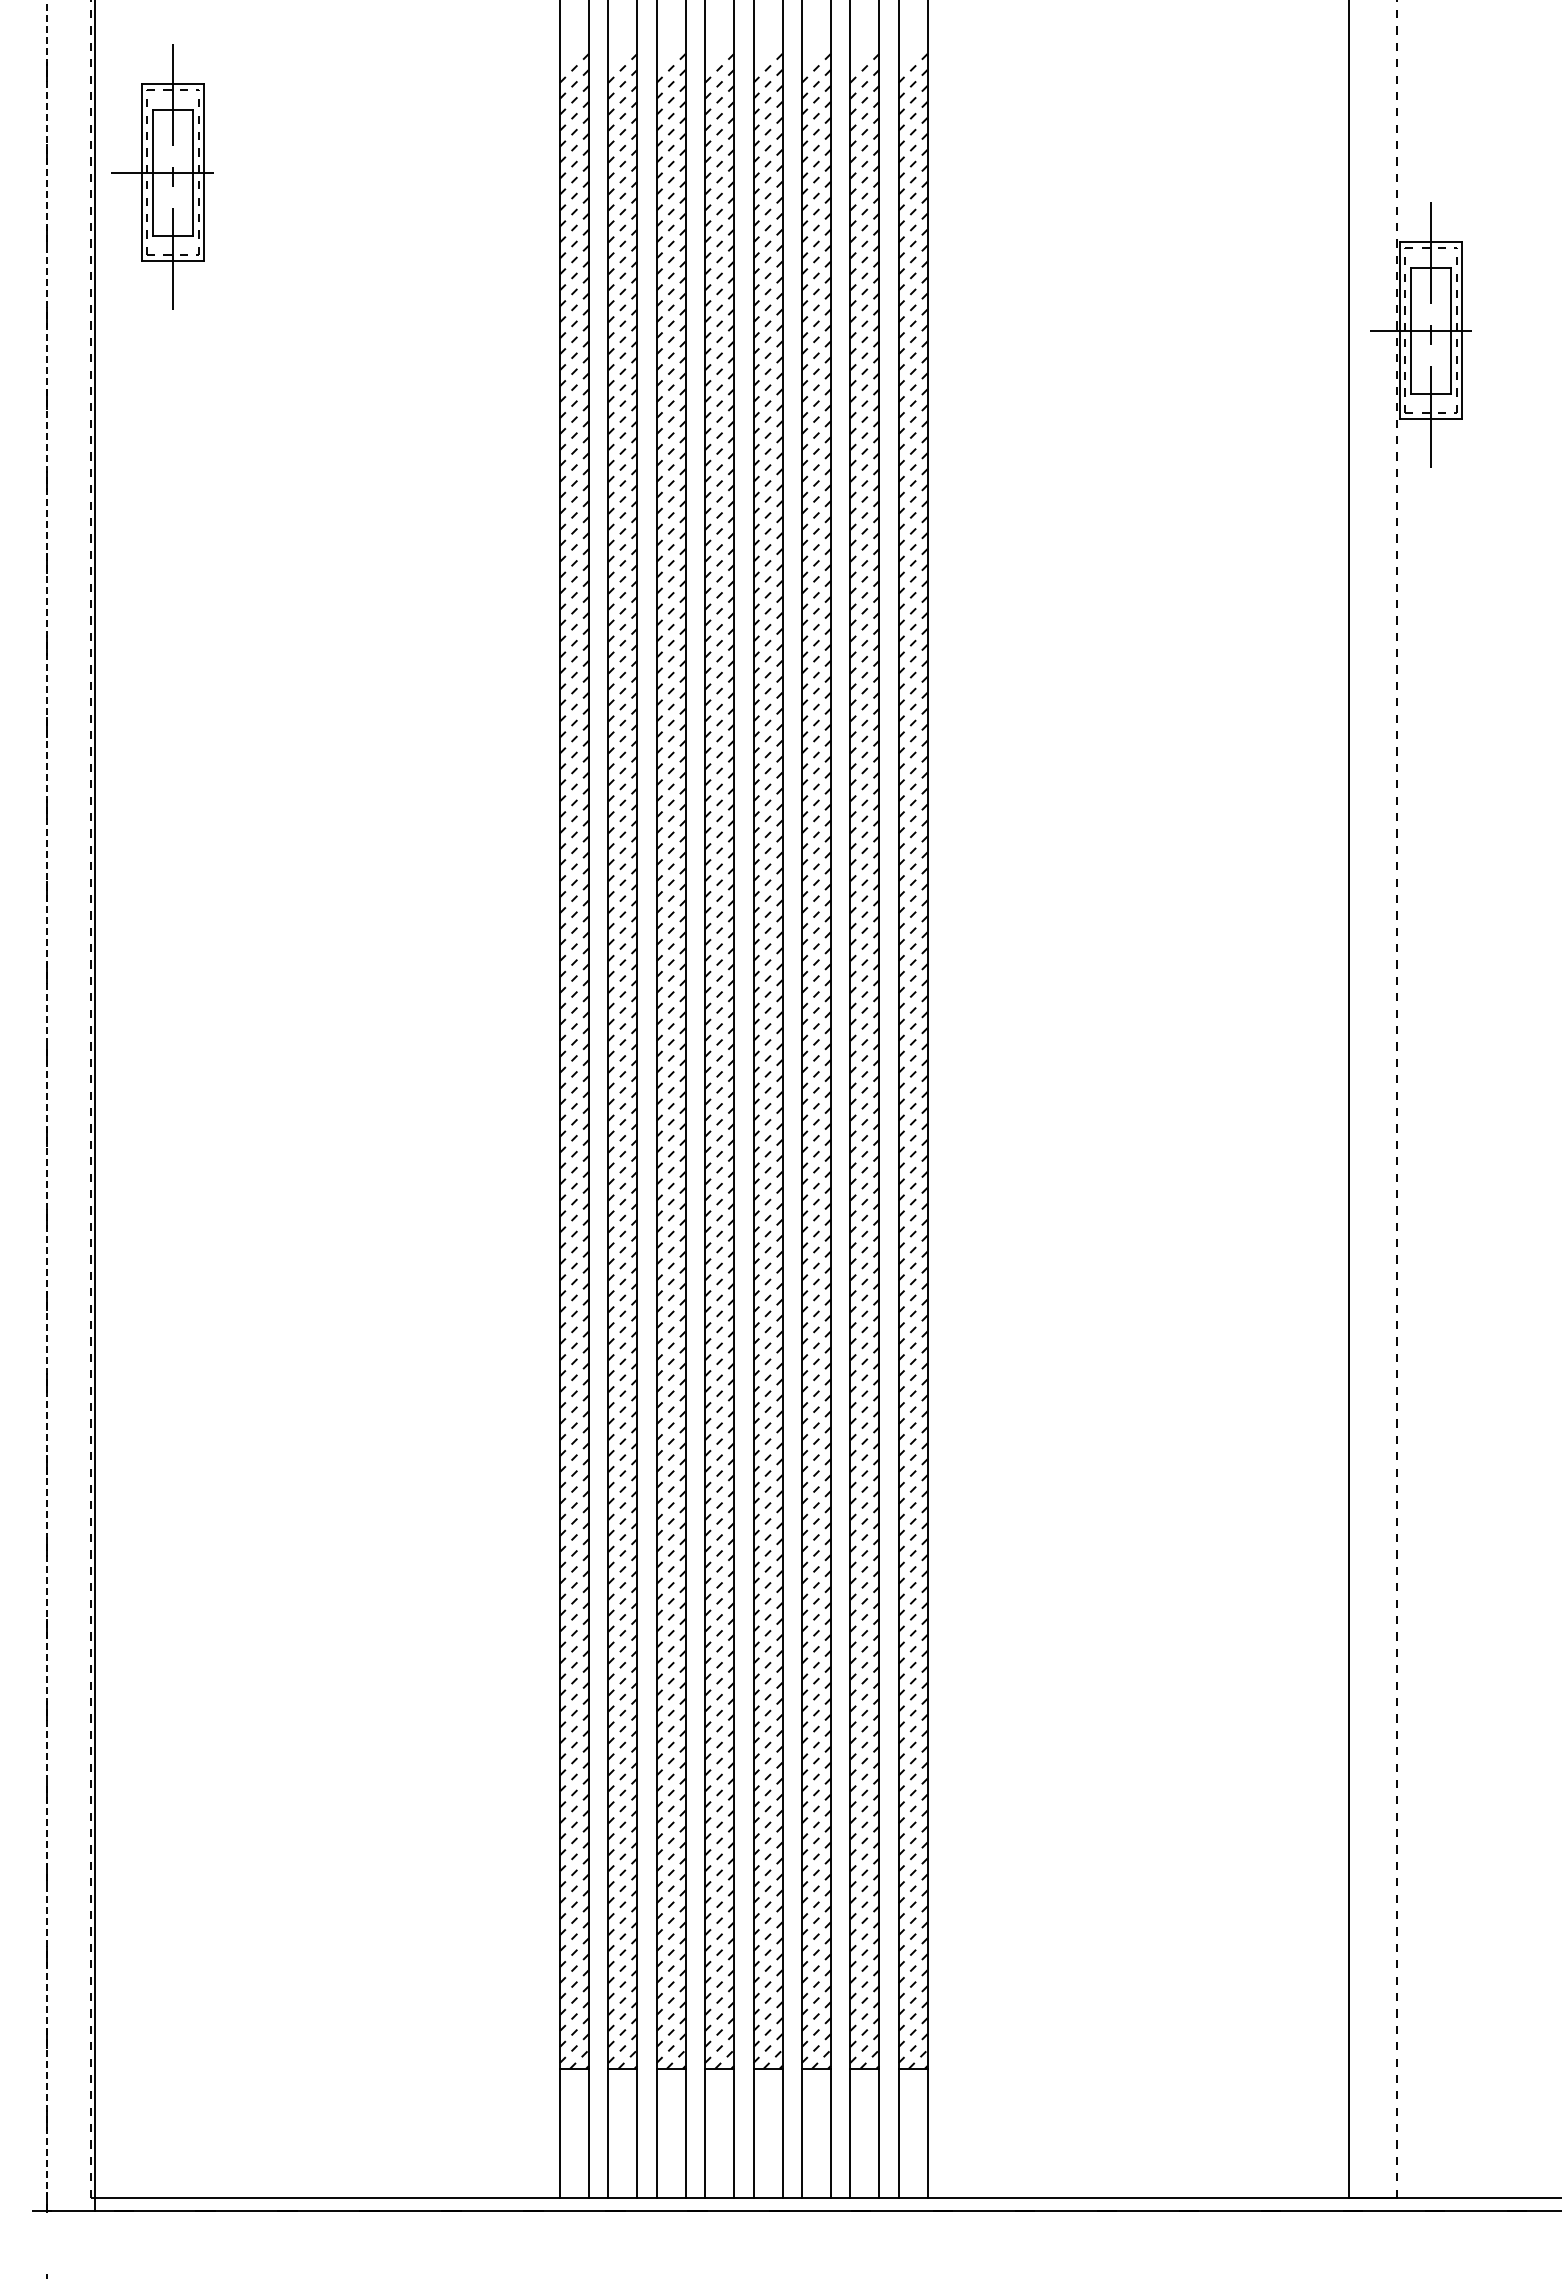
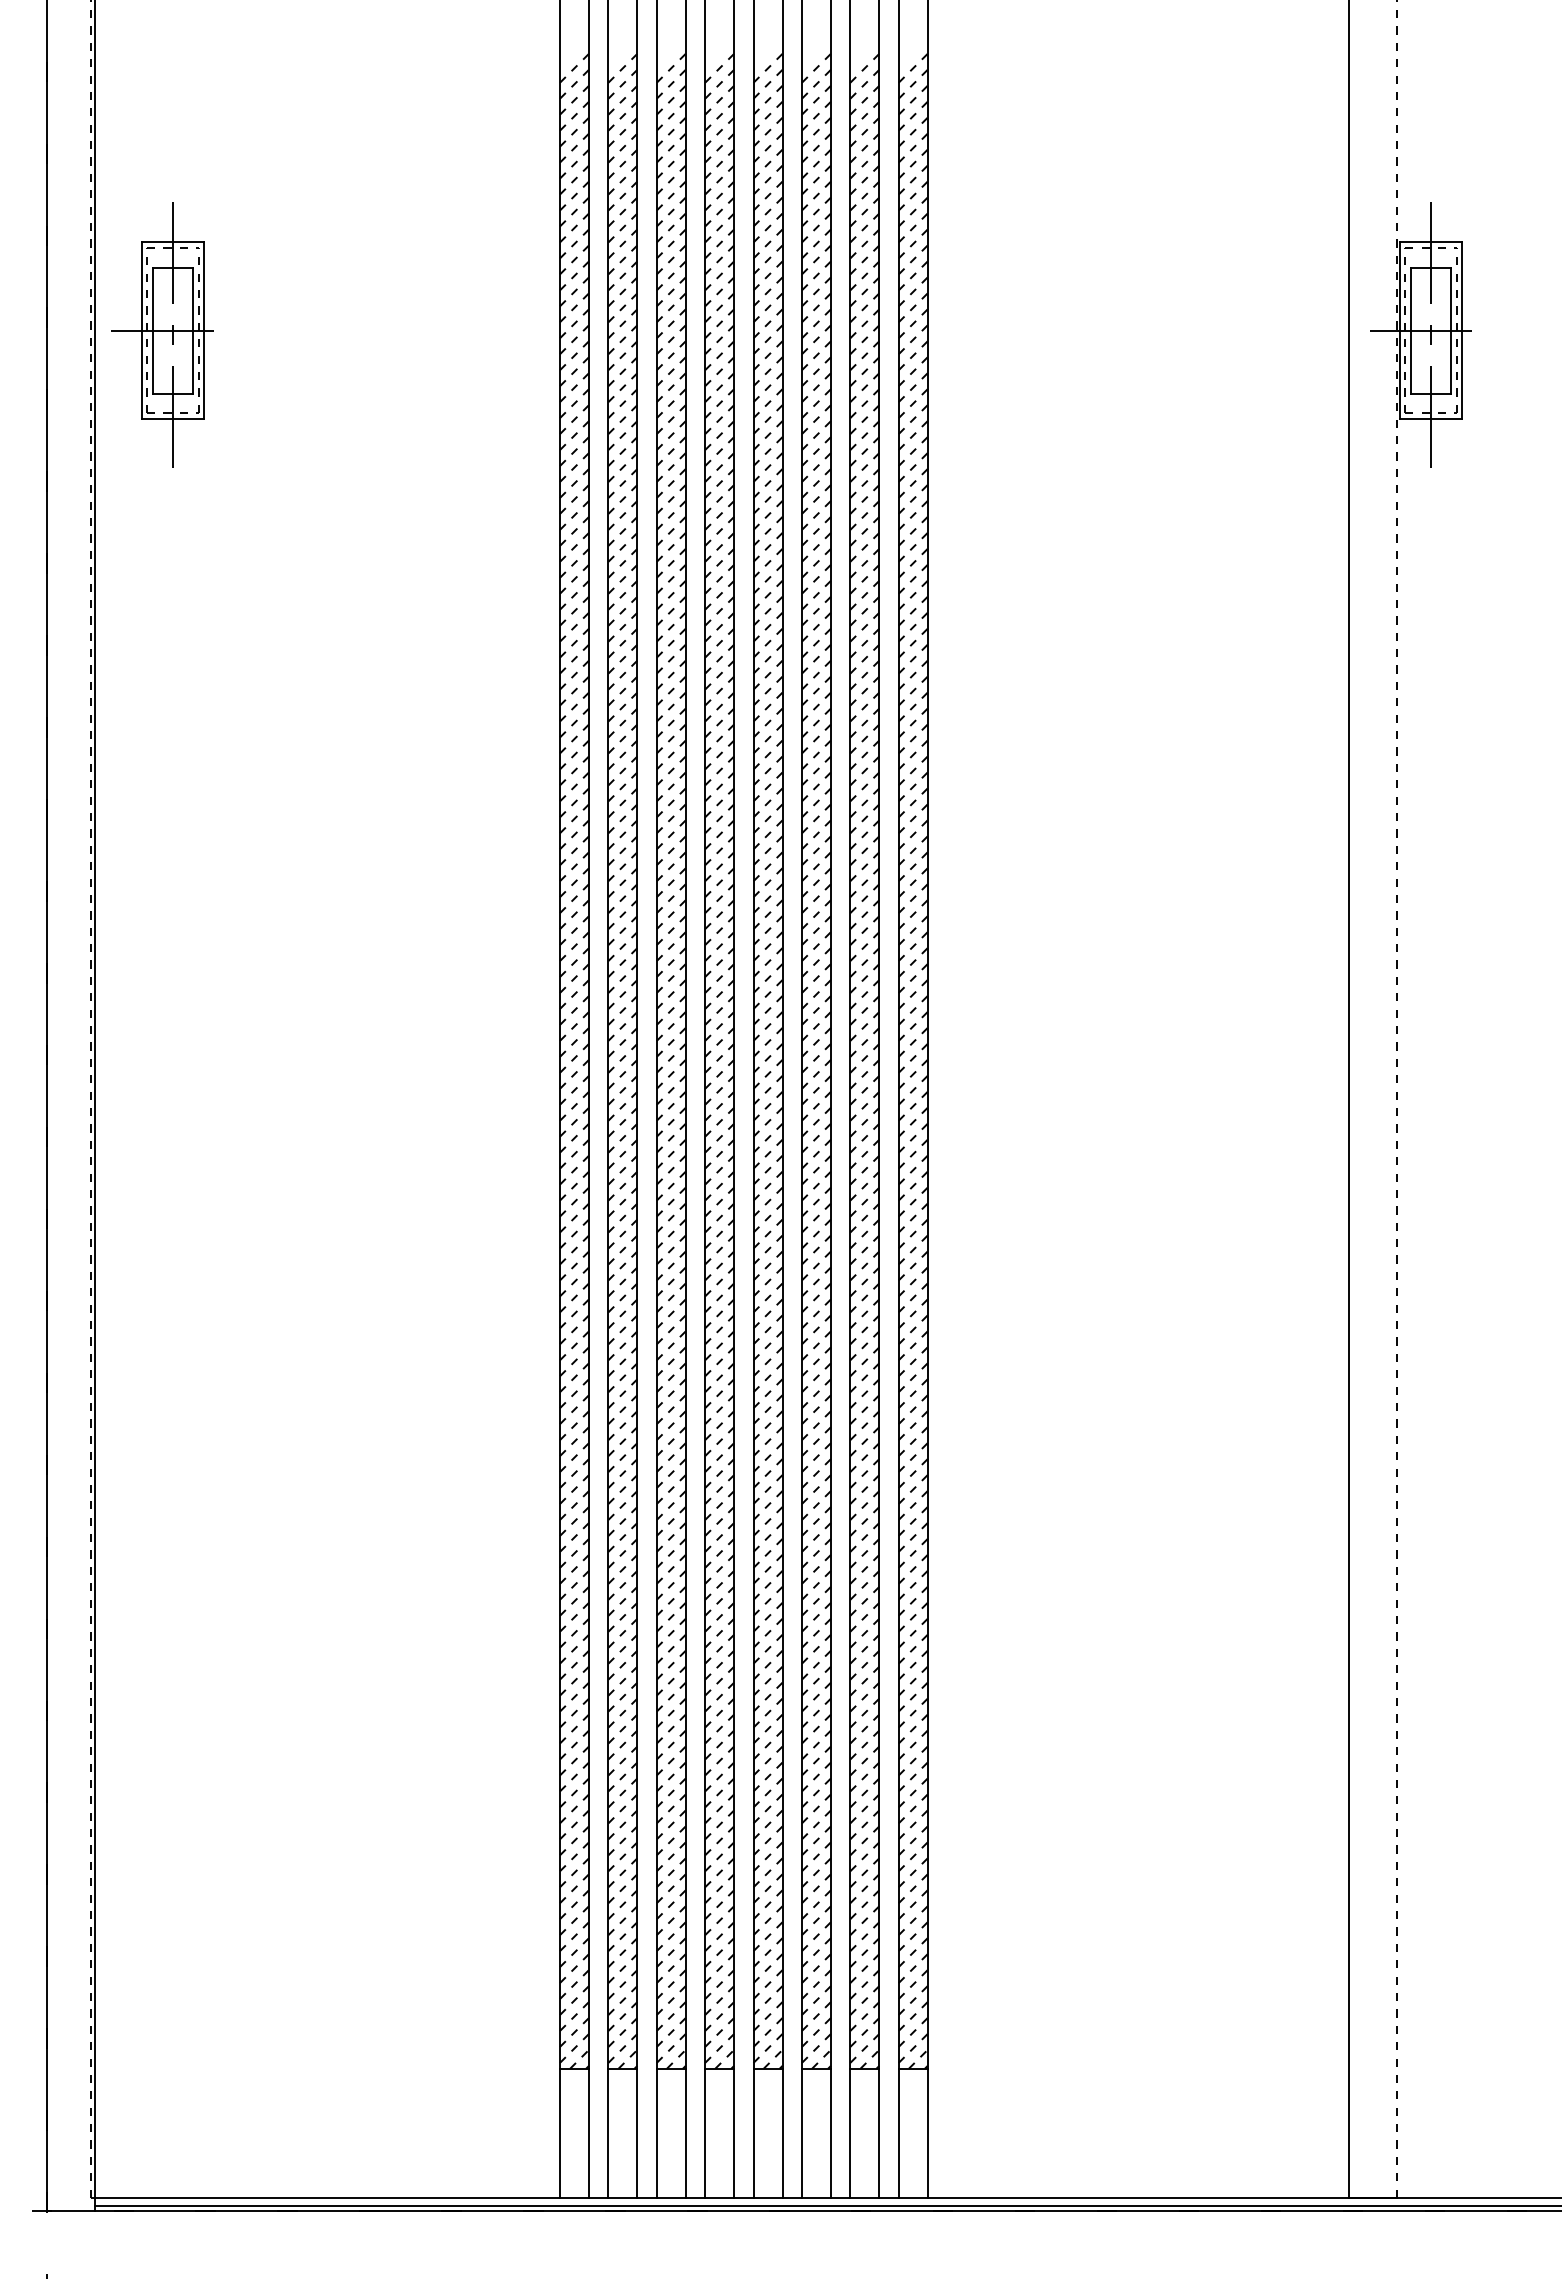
part at (162, 176) position: (162, 176) -> (162, 334)
line at (47, 1104): dashed -> solid
line at (826, 2205): none -> present
